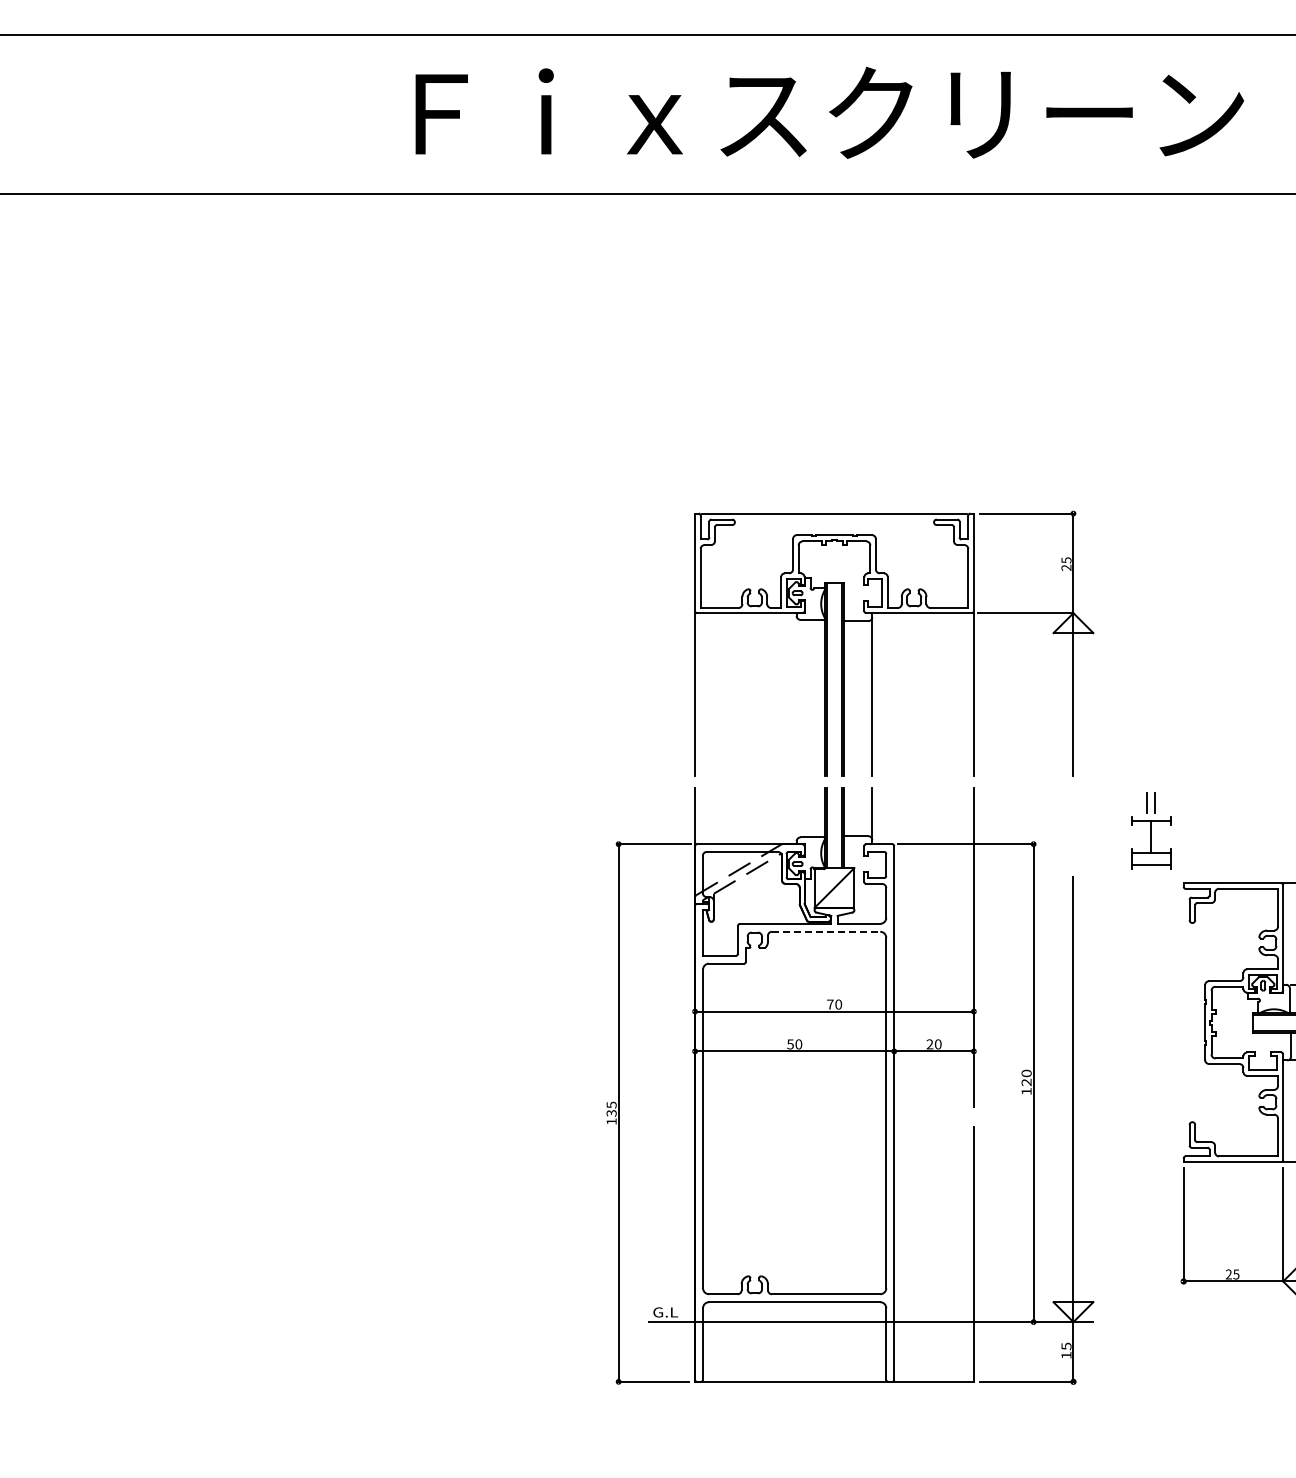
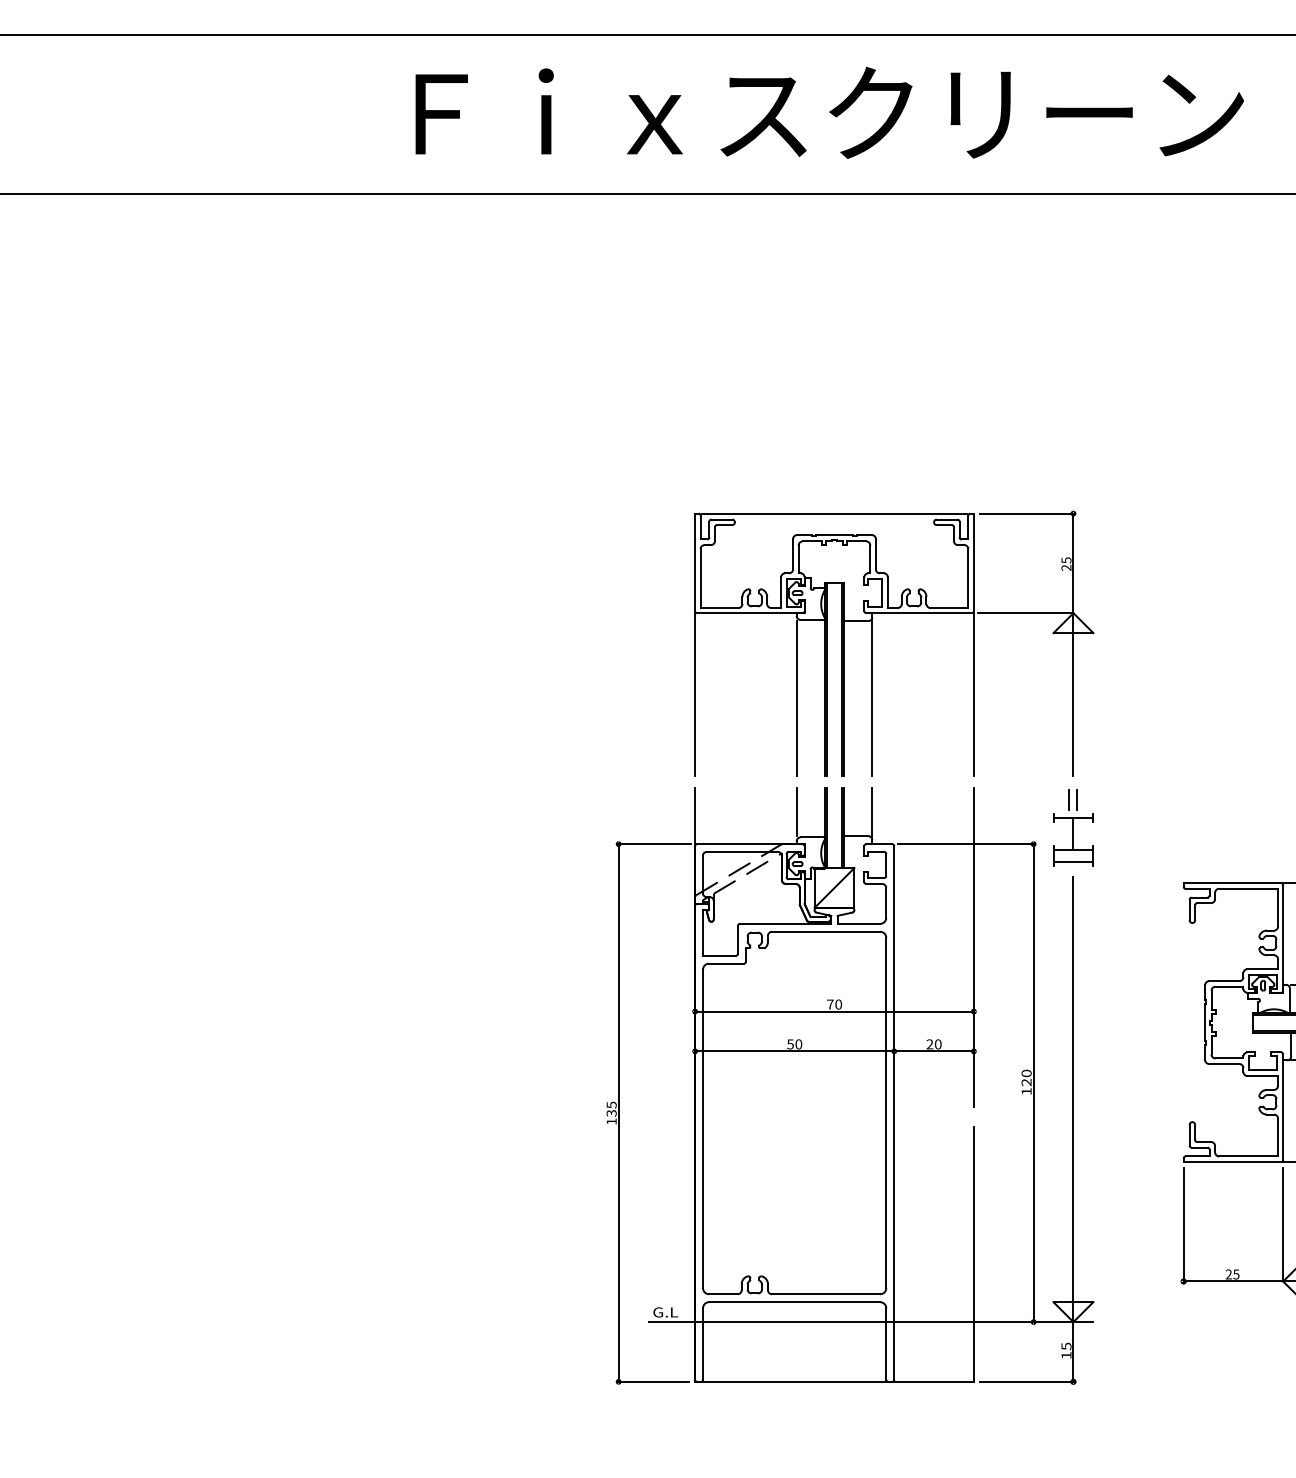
line at (796, 698): none -> present
line at (796, 812): none -> present
part at (1151, 830) position: (1151, 830) -> (1073, 827)
line at (826, 931): dashed -> solid
